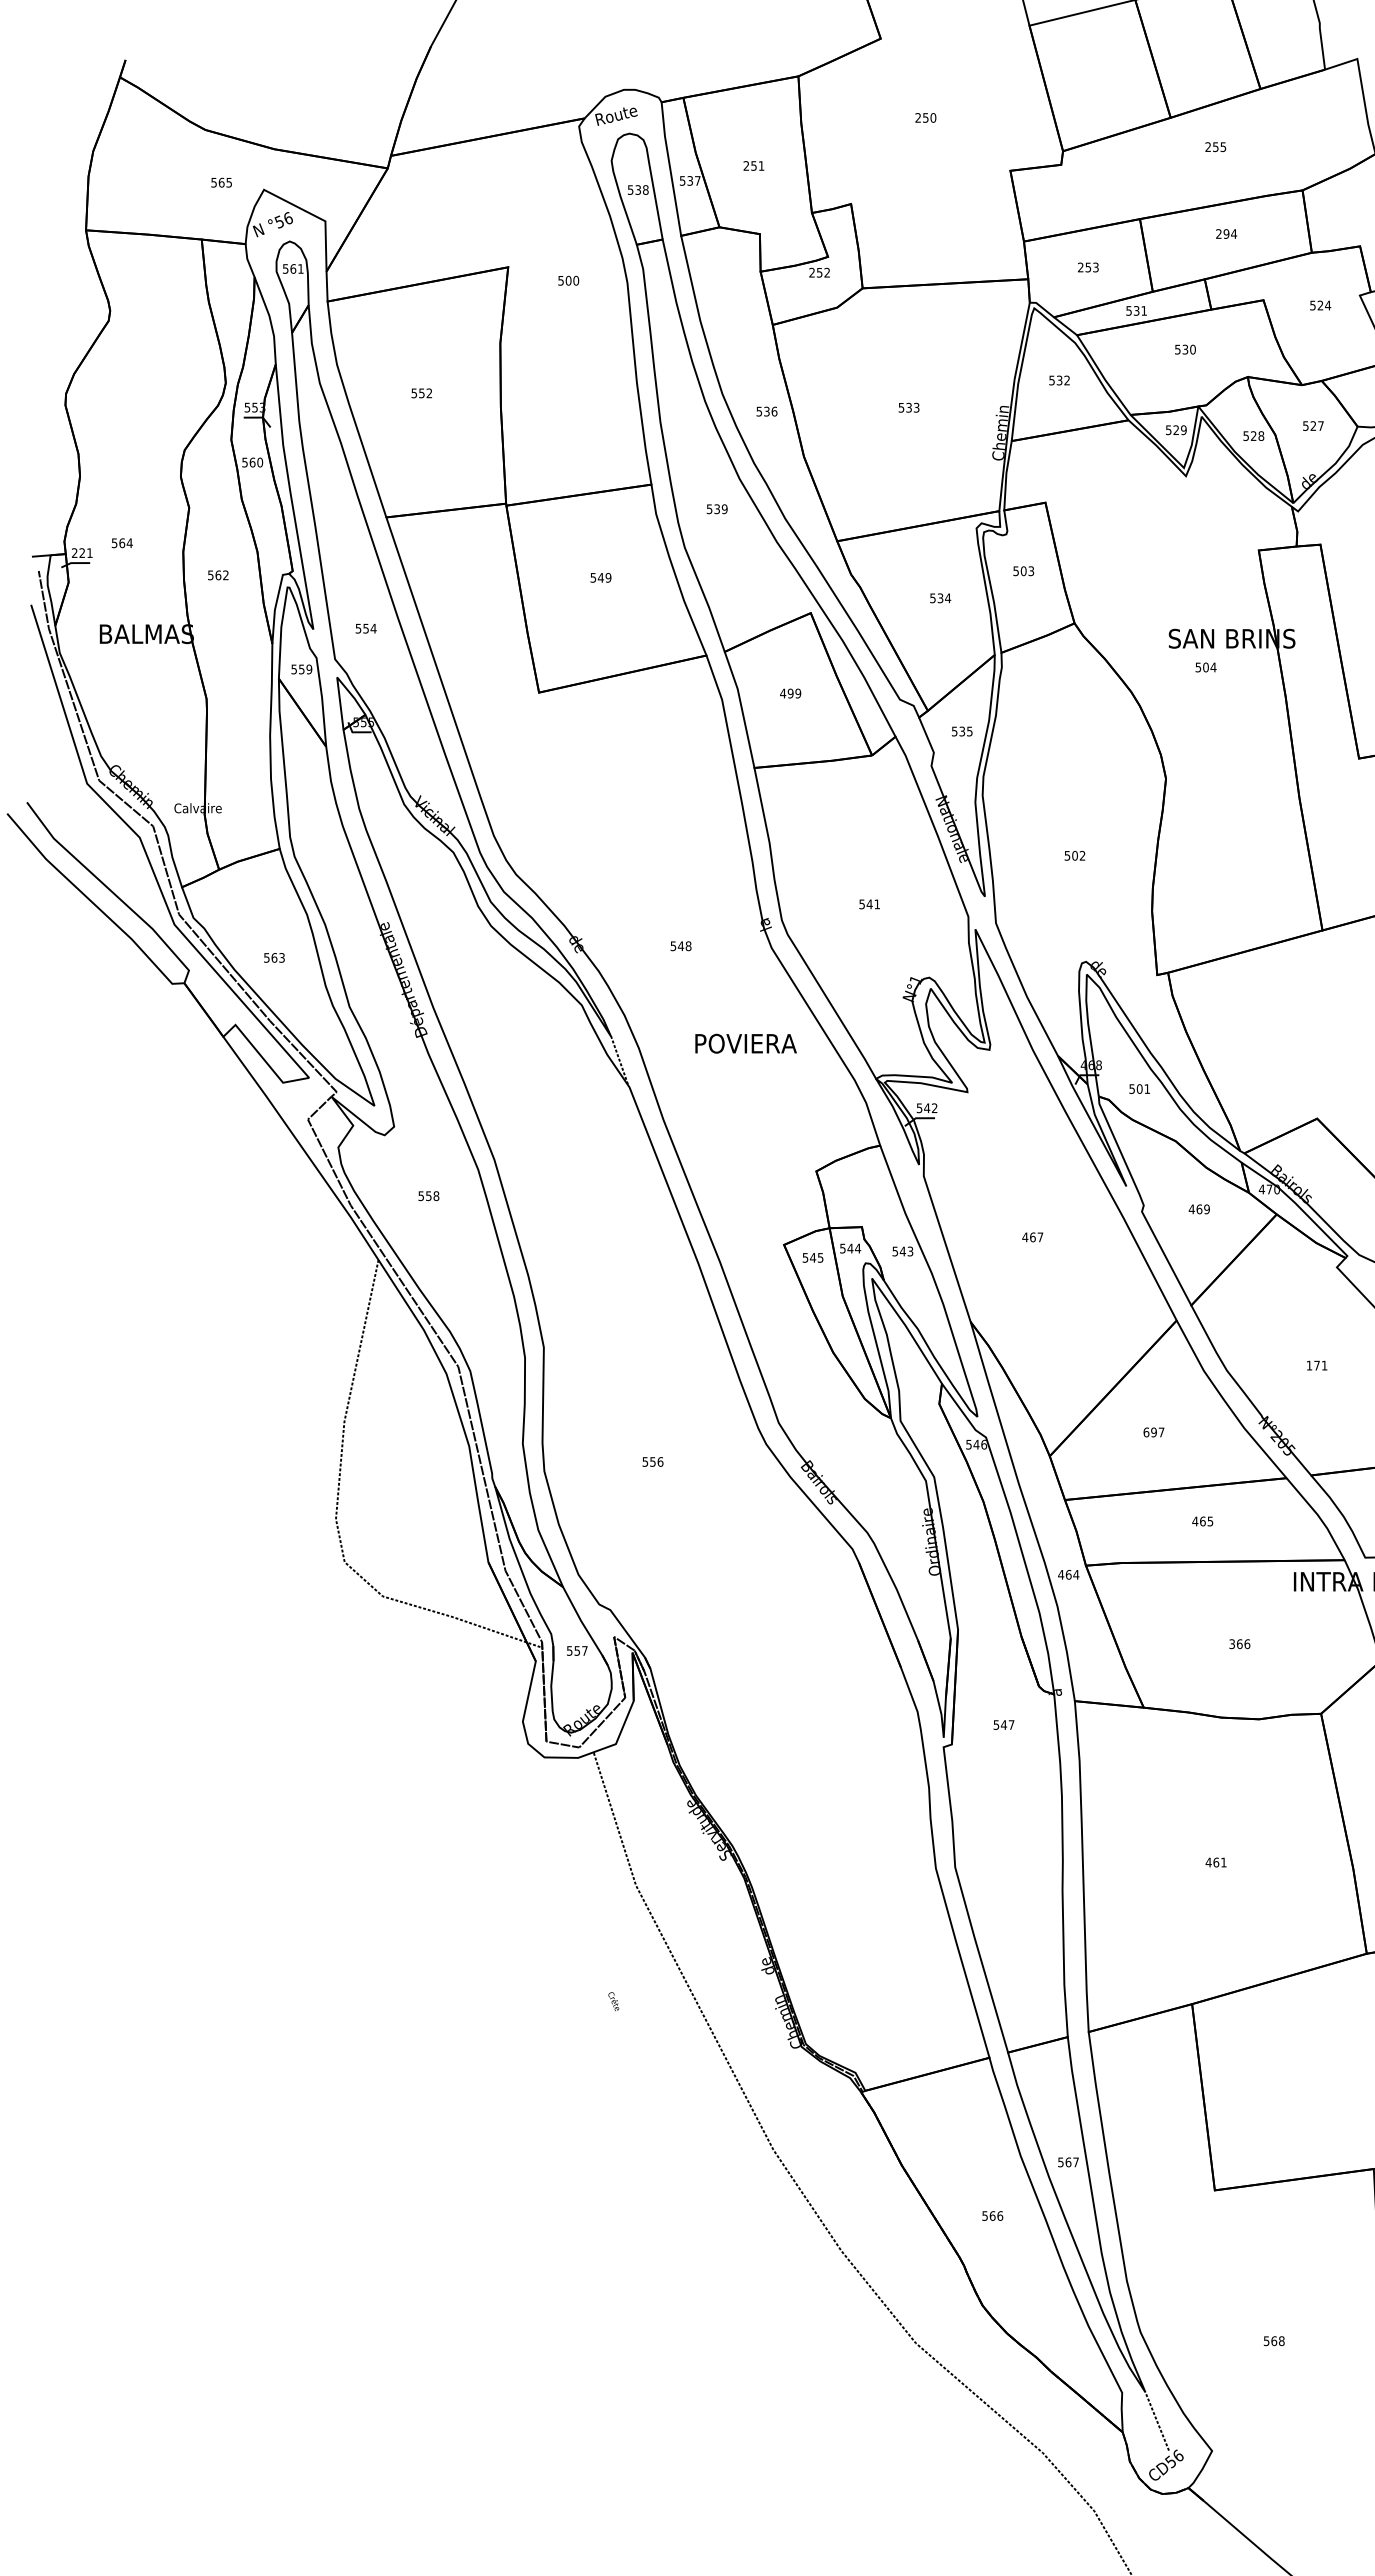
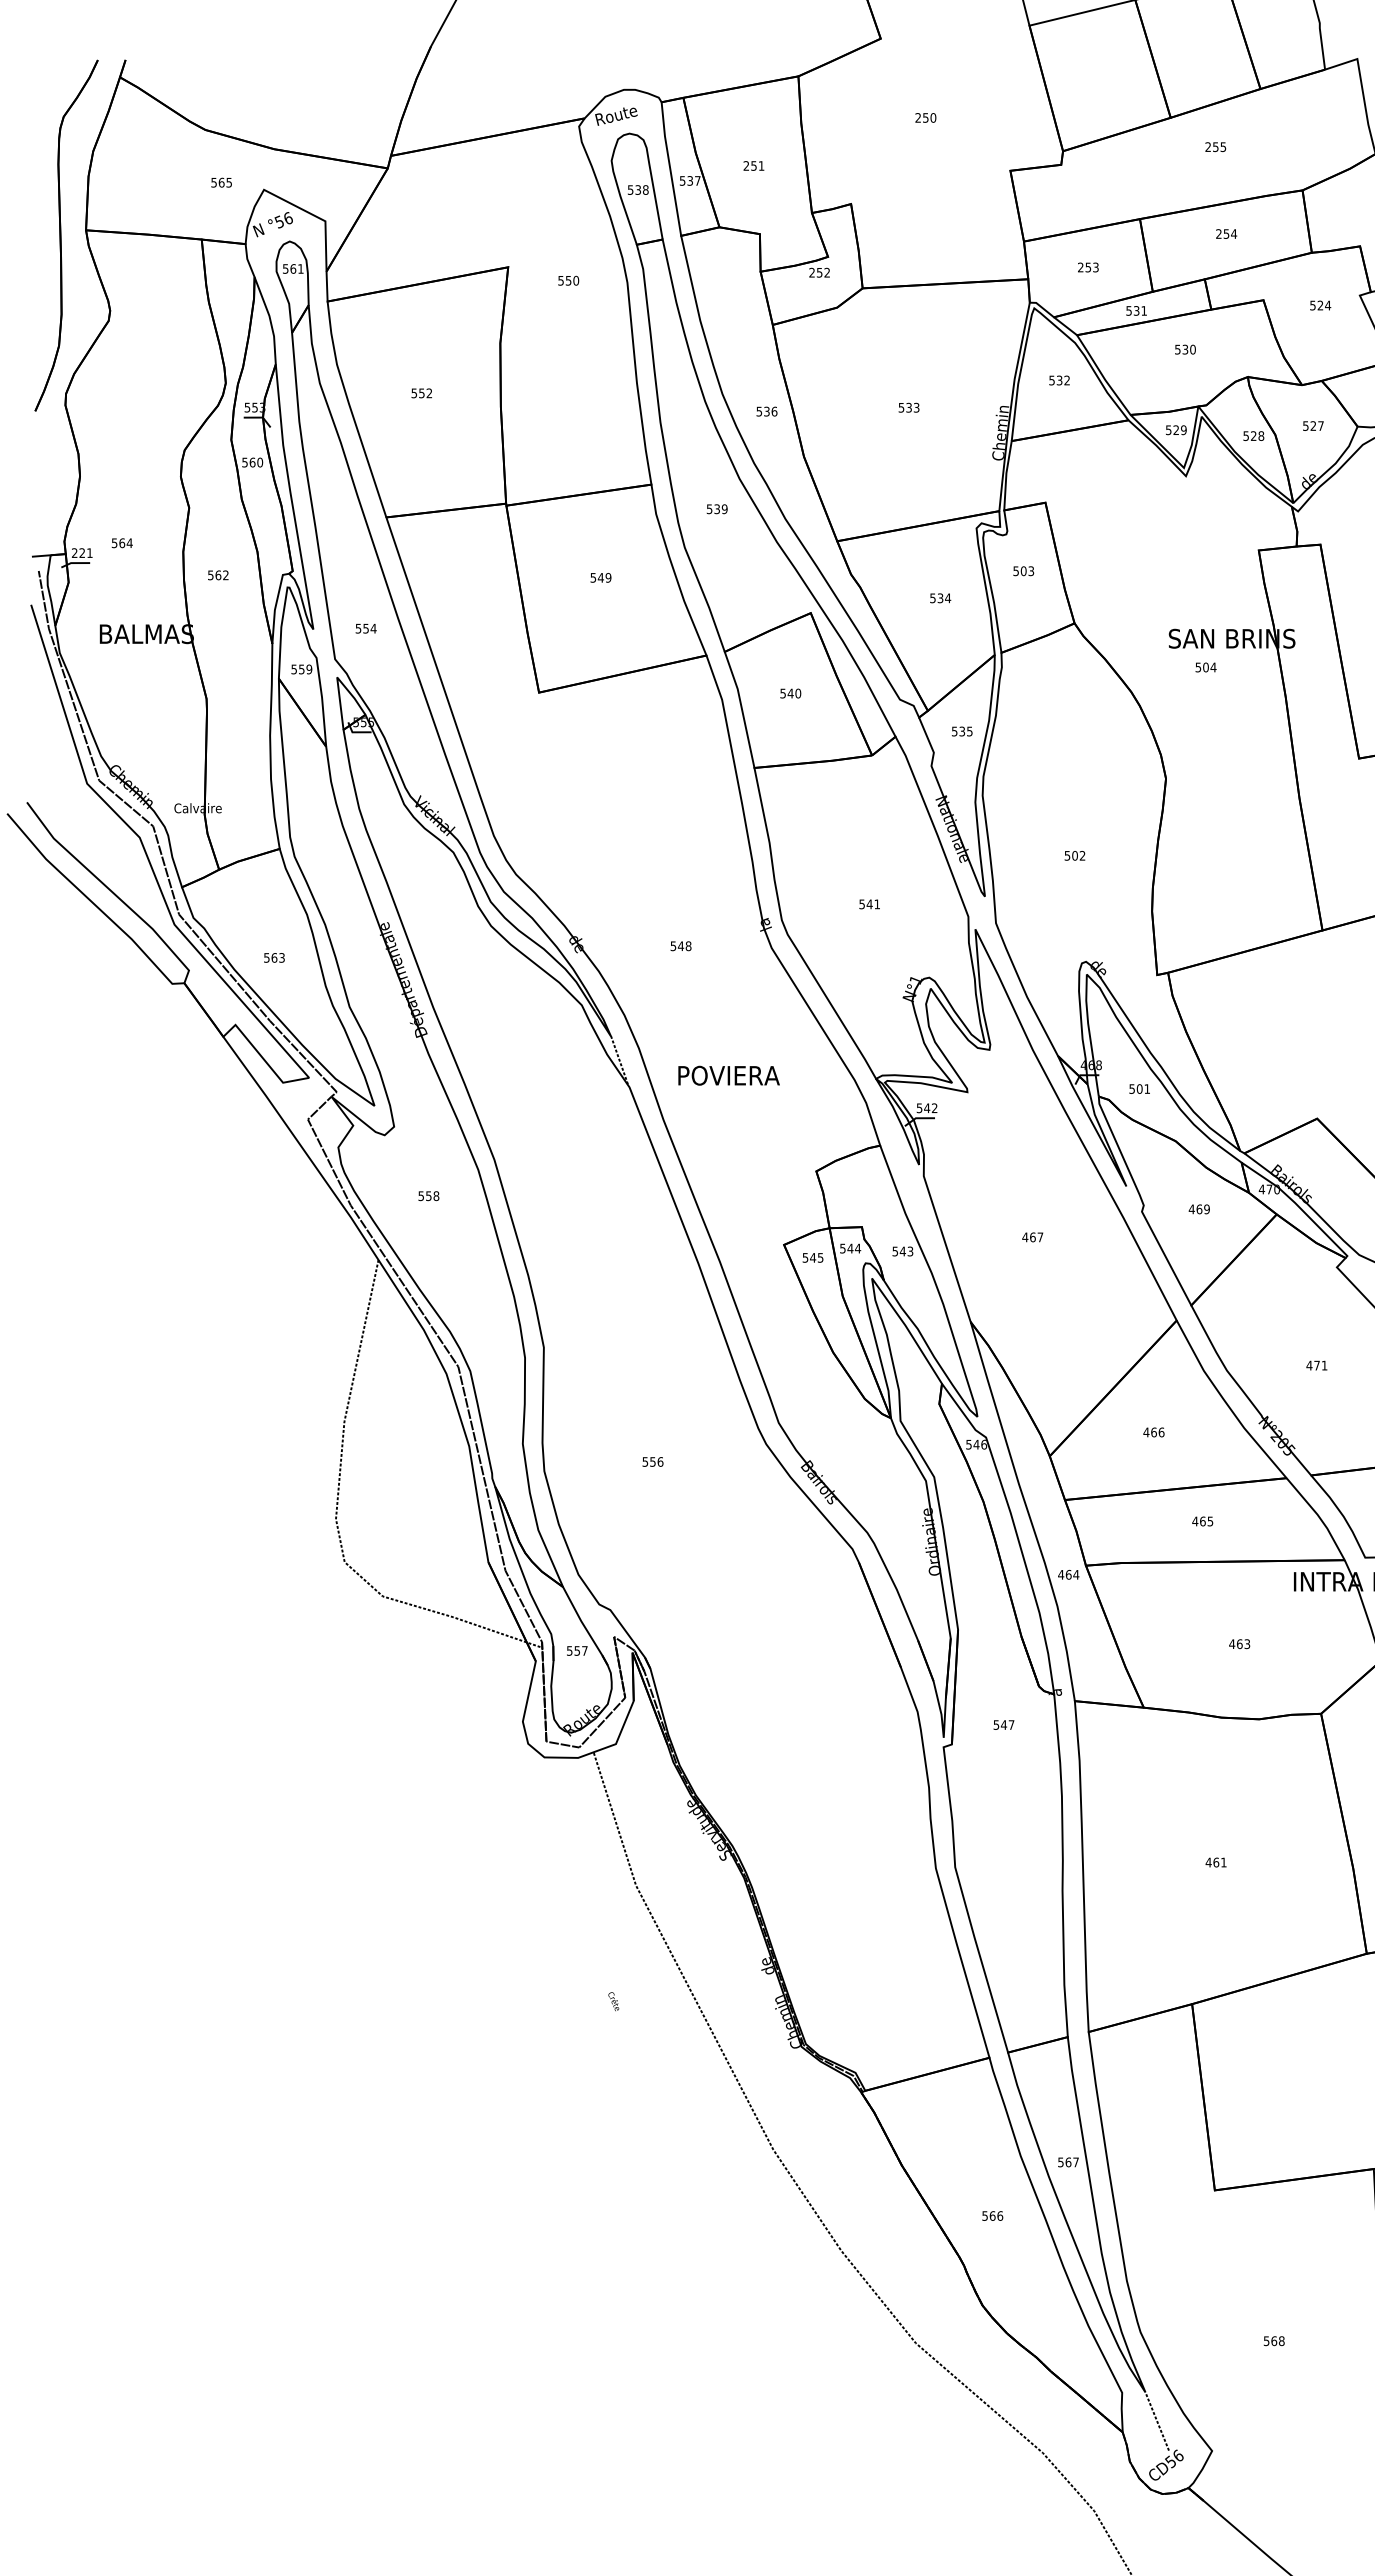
text at (1226, 233): 294 -> 254
part at (66, 235): none -> present
text at (568, 280): 500 -> 550
text at (790, 693): 499 -> 540
text at (745, 1043) position: (745, 1043) -> (728, 1075)
text at (1309, 1365): 171 -> 471
text at (1153, 1432): 697 -> 466
text at (1239, 1644): 366 -> 463
